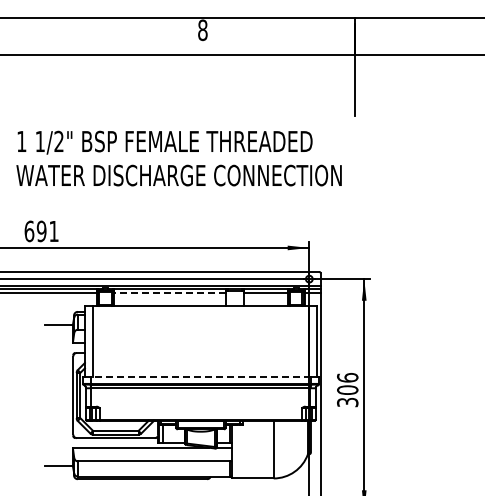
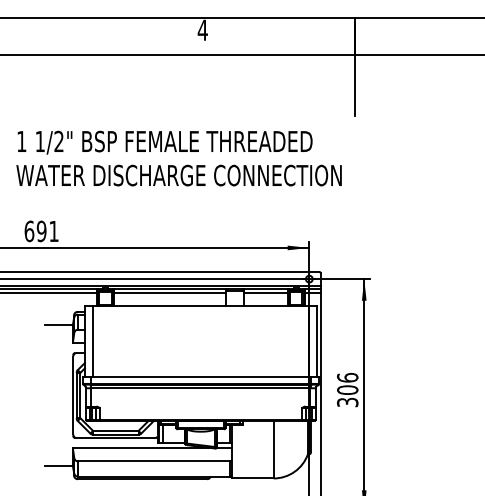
text at (202, 30): 8 -> 4
line at (170, 293): dashed -> solid
line at (200, 376): dashed -> solid
